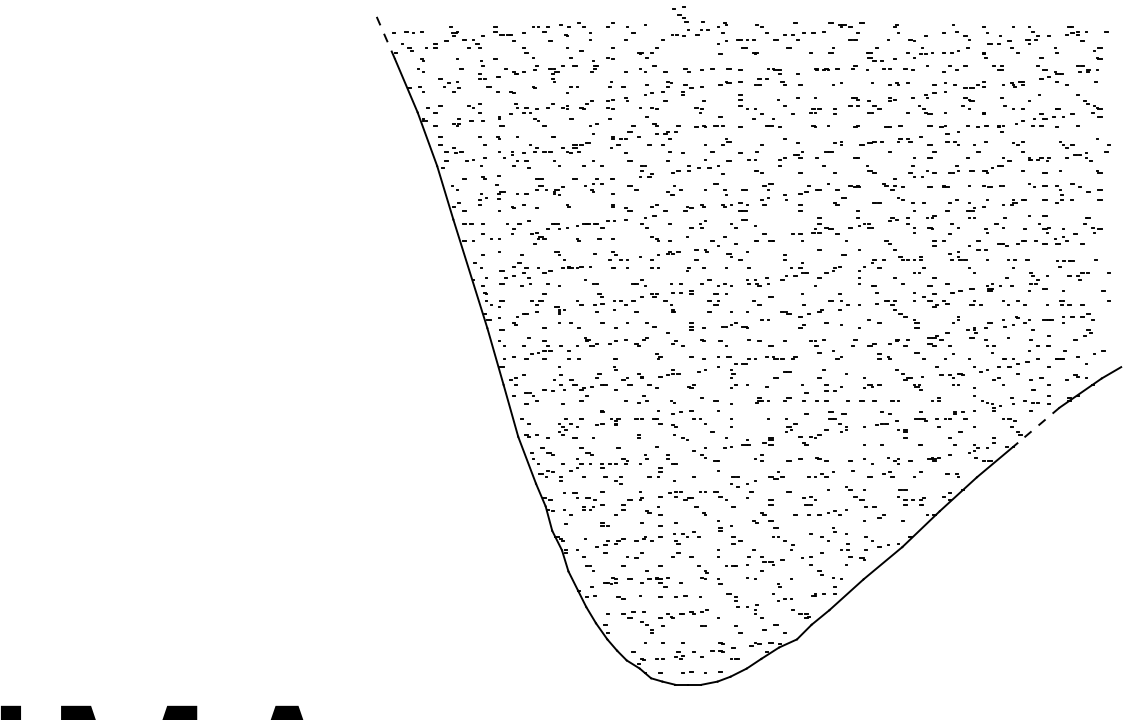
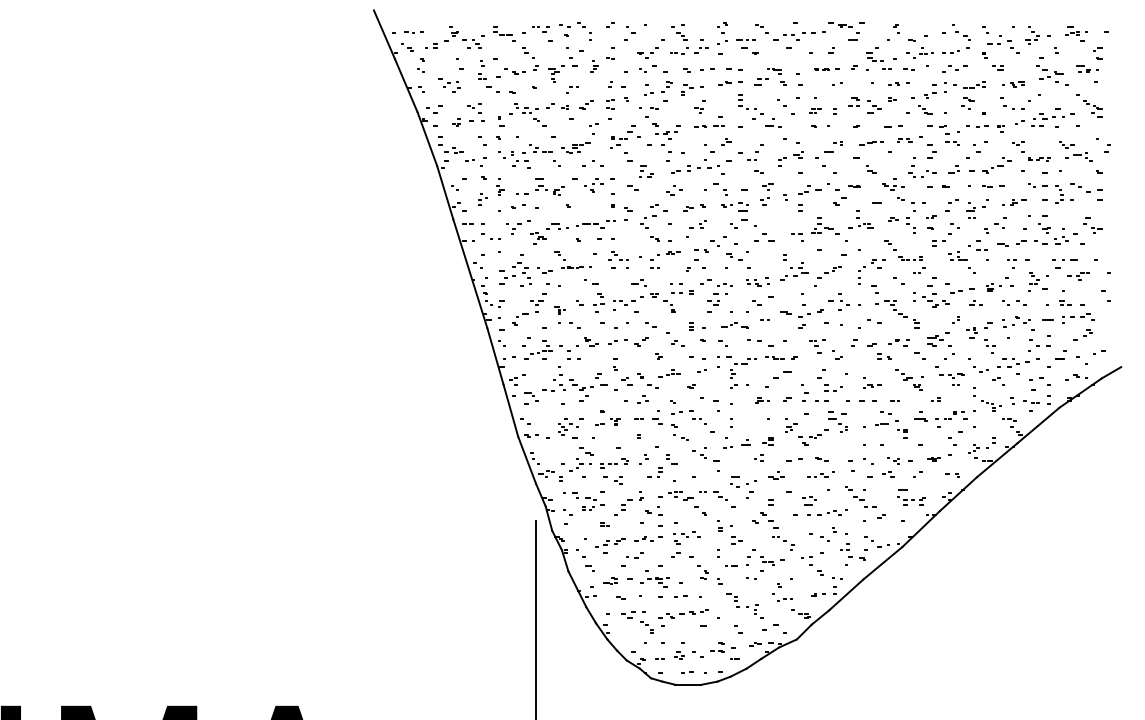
part at (690, 21) position: (690, 21) -> (689, 39)
line at (384, 34): dashed -> solid
part at (500, 187) size: 11x25 px -> 9x18 px
part at (1065, 263) size: 19x8 px -> 26x10 px
line at (1038, 425): dashed -> solid
part at (547, 451): present -> none
line at (536, 618): none -> present
